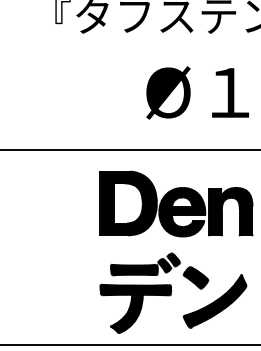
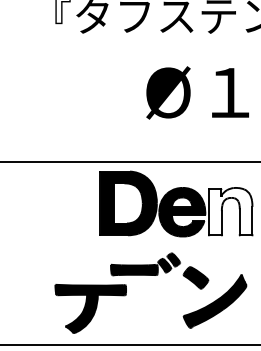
line at (129, 149) position: (129, 149) -> (129, 161)
fill at (230, 211): present -> none
part at (135, 308) position: (135, 308) -> (90, 308)
